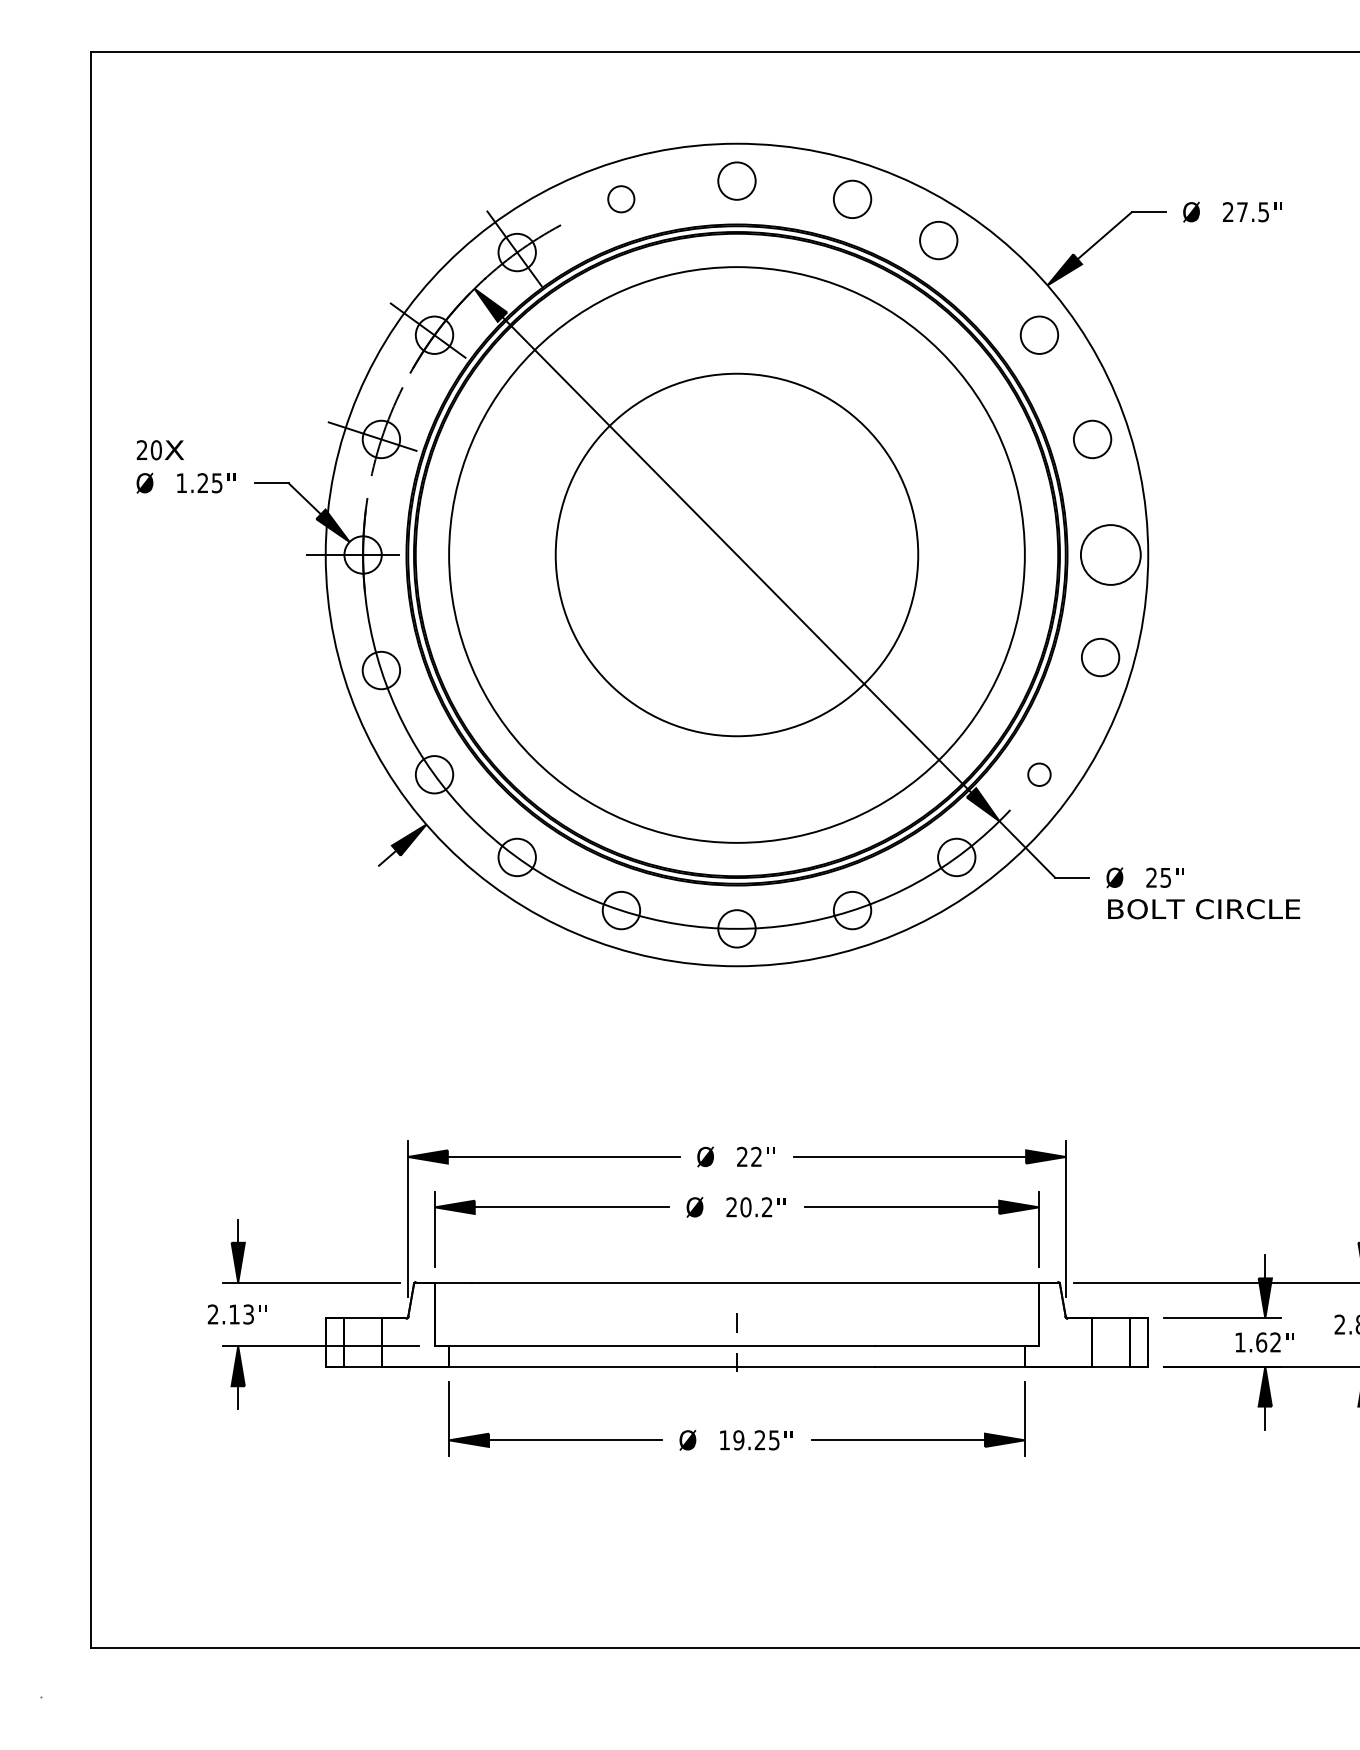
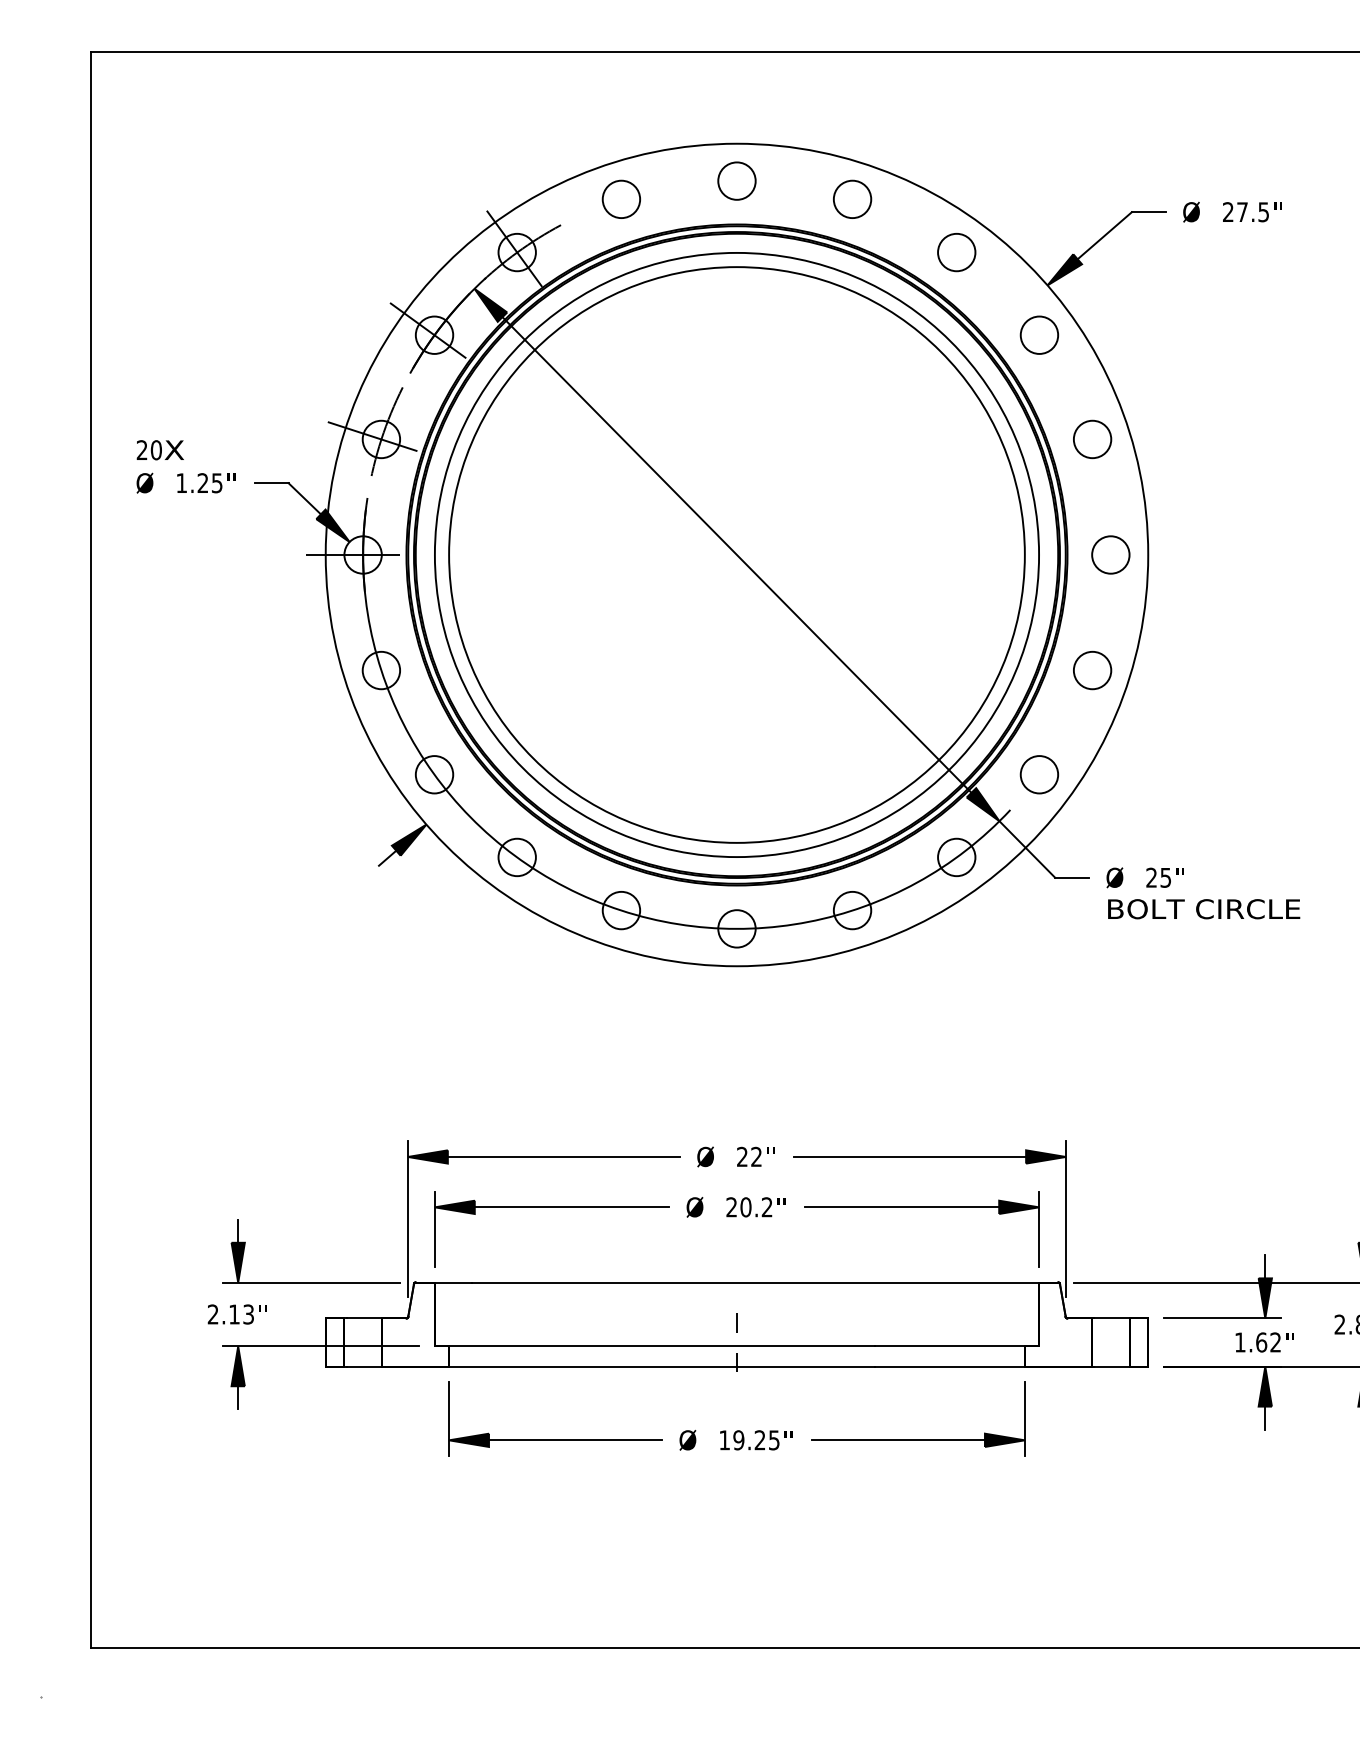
circle at (621, 199) size: 29x29 px -> 40x40 px
circle at (938, 240) position: (938, 240) -> (956, 252)
circle at (736, 554) diameter: 362 px -> 604 px
circle at (1110, 554) diameter: 60 px -> 37 px
circle at (1100, 657) position: (1100, 657) -> (1092, 670)
circle at (1039, 774) diameter: 22 px -> 37 px
